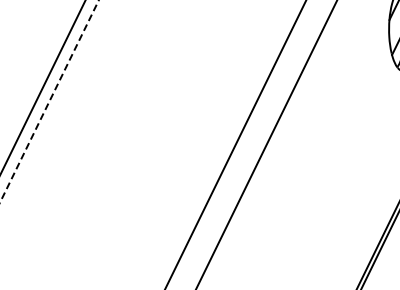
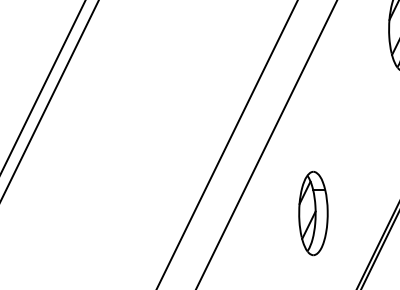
line at (49, 101): dashed -> solid
line at (235, 144) position: (235, 144) -> (226, 144)
part at (313, 213): none -> present
